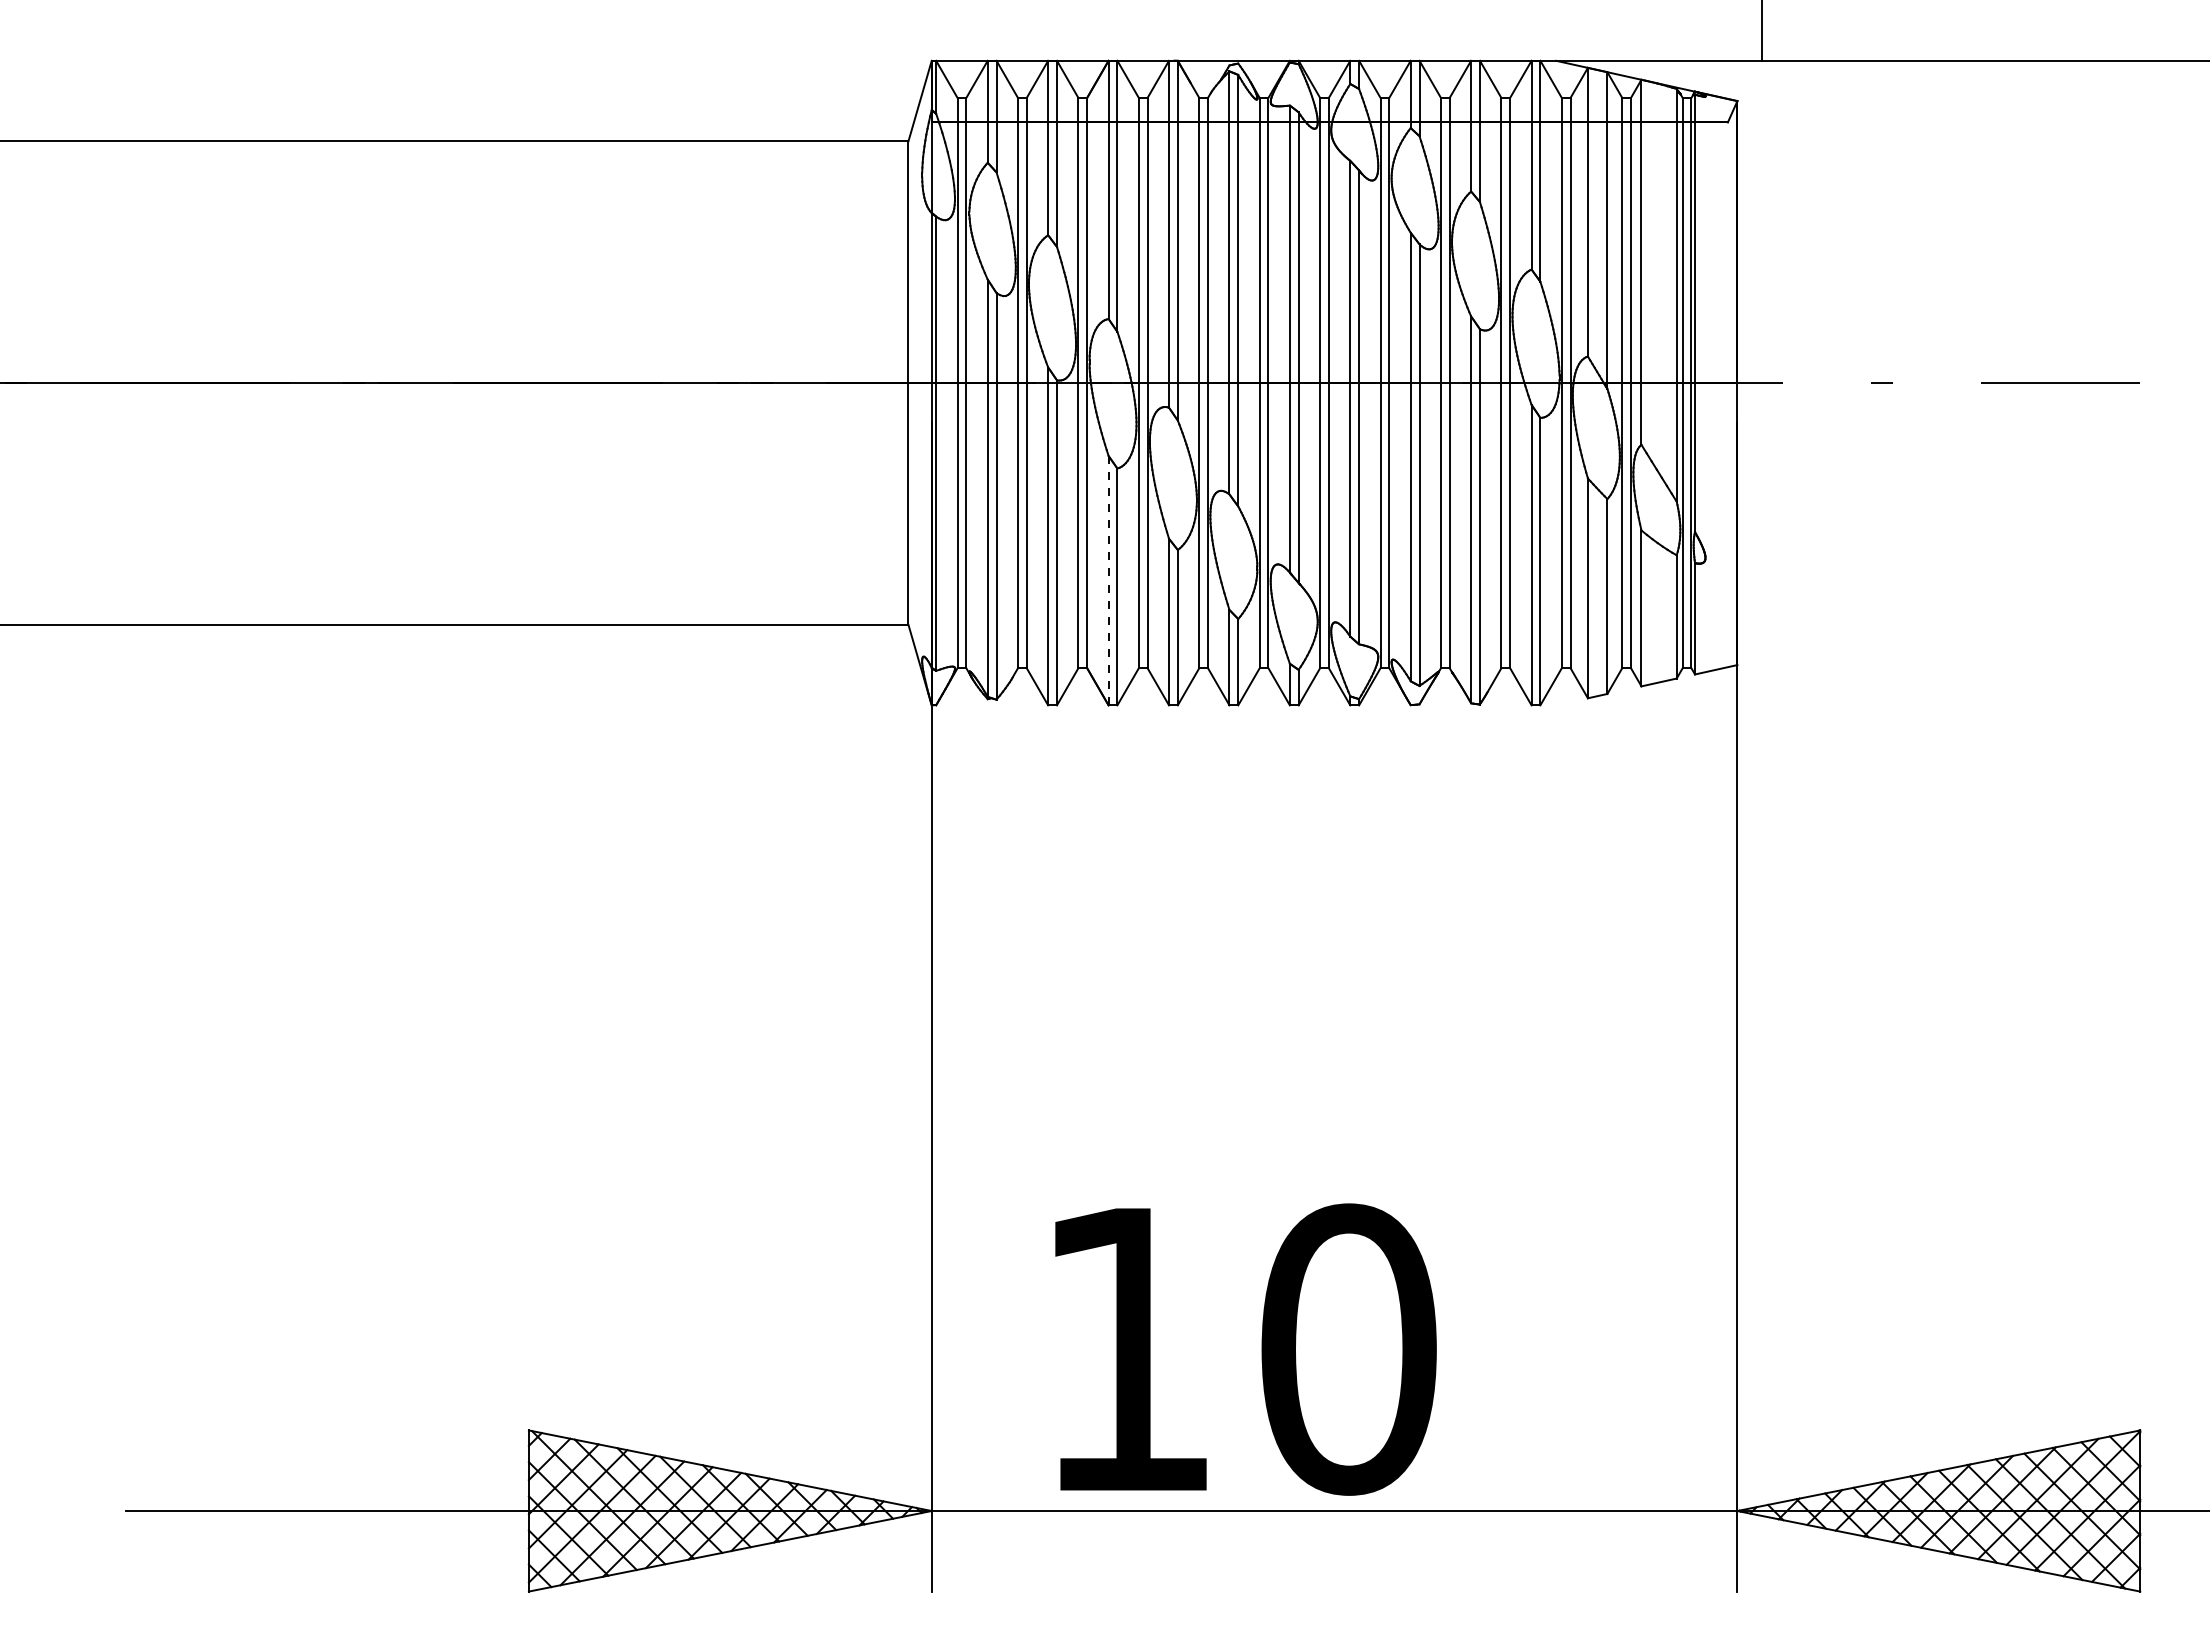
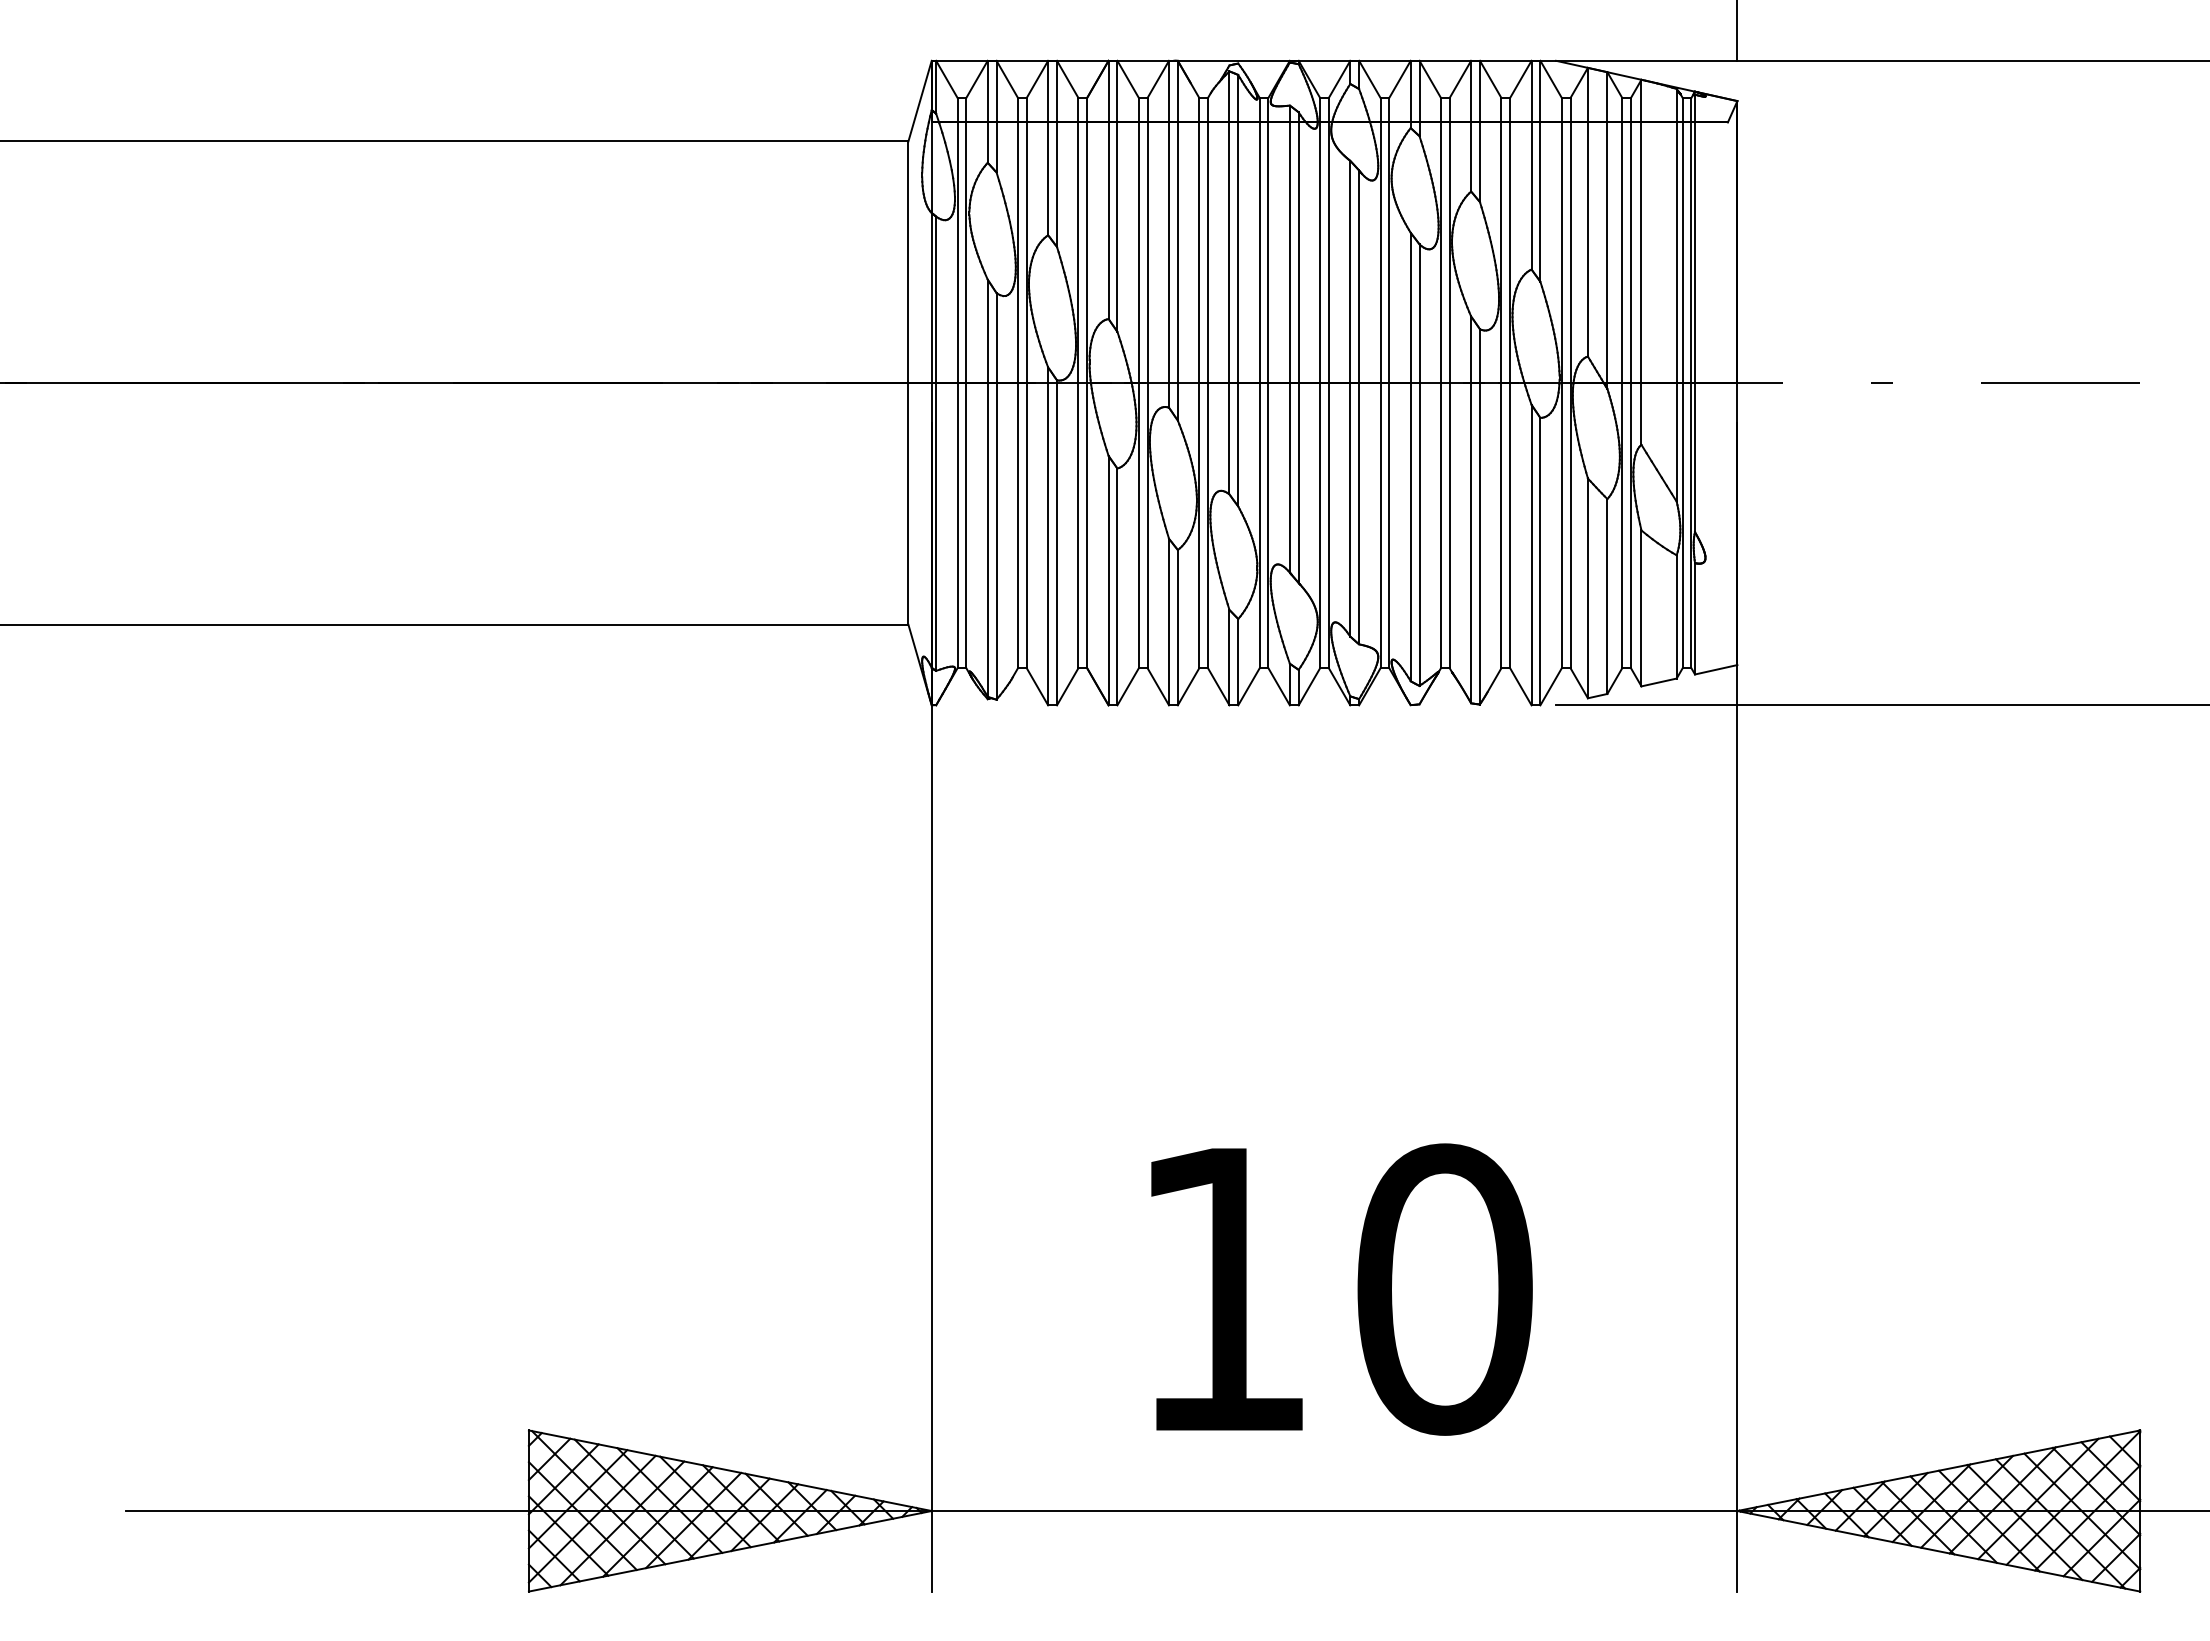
line at (1762, 31) position: (1762, 31) -> (1737, 31)
line at (1108, 580): dashed -> solid
line at (1881, 705): none -> present
text at (1245, 1349) position: (1245, 1349) -> (1341, 1289)
